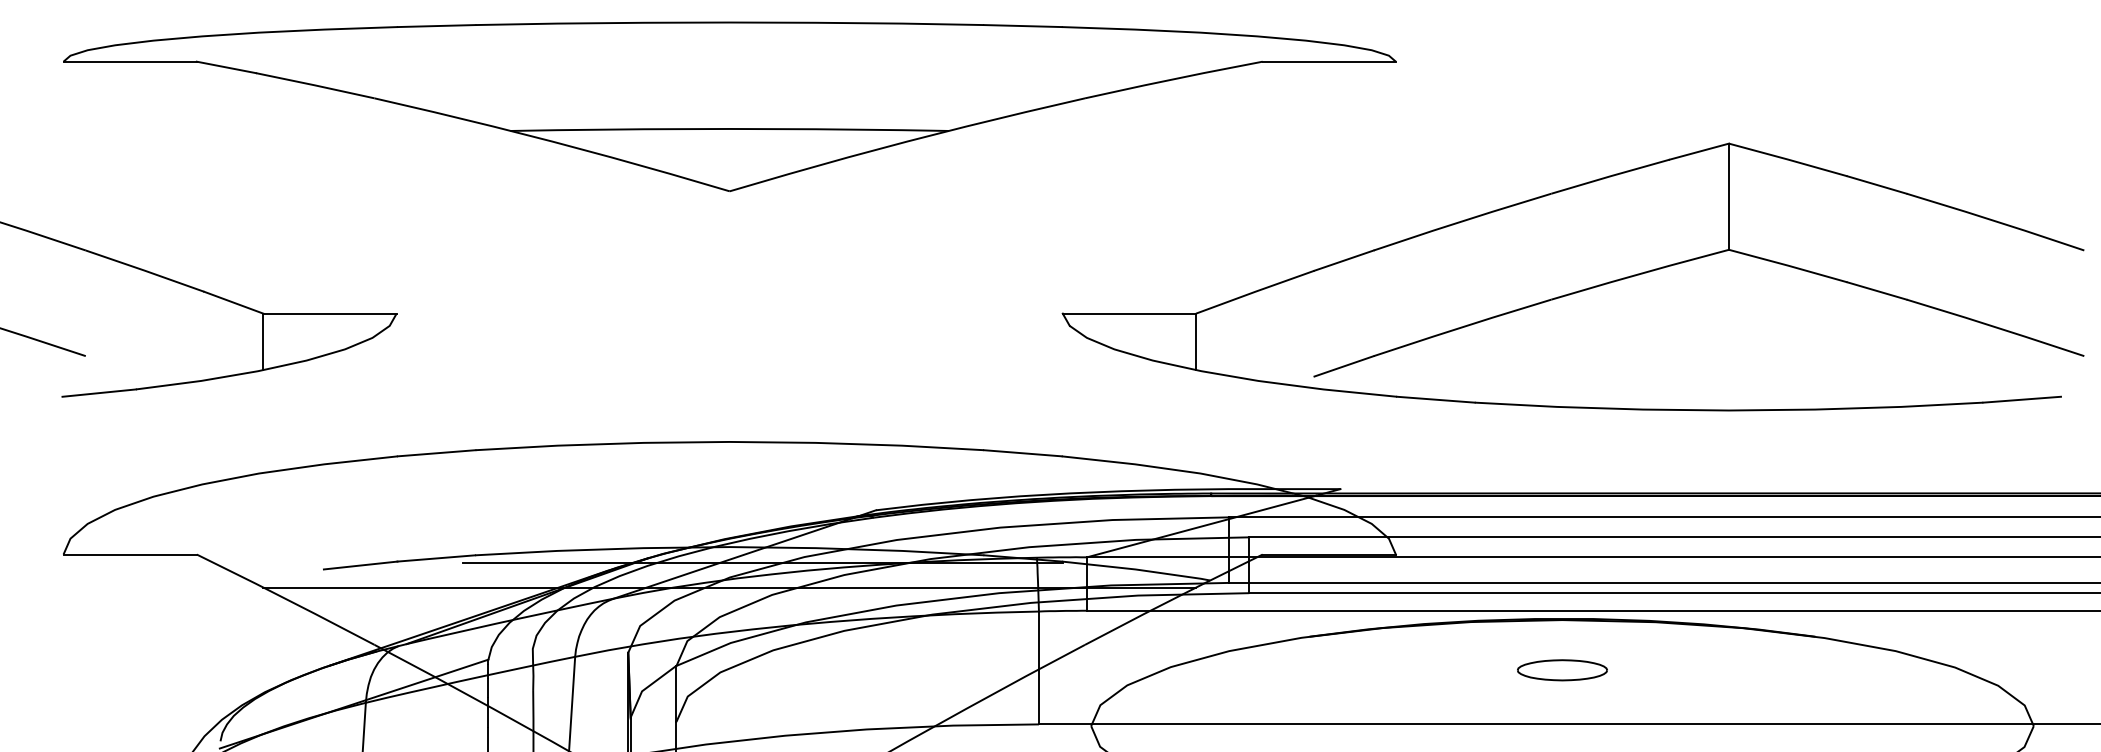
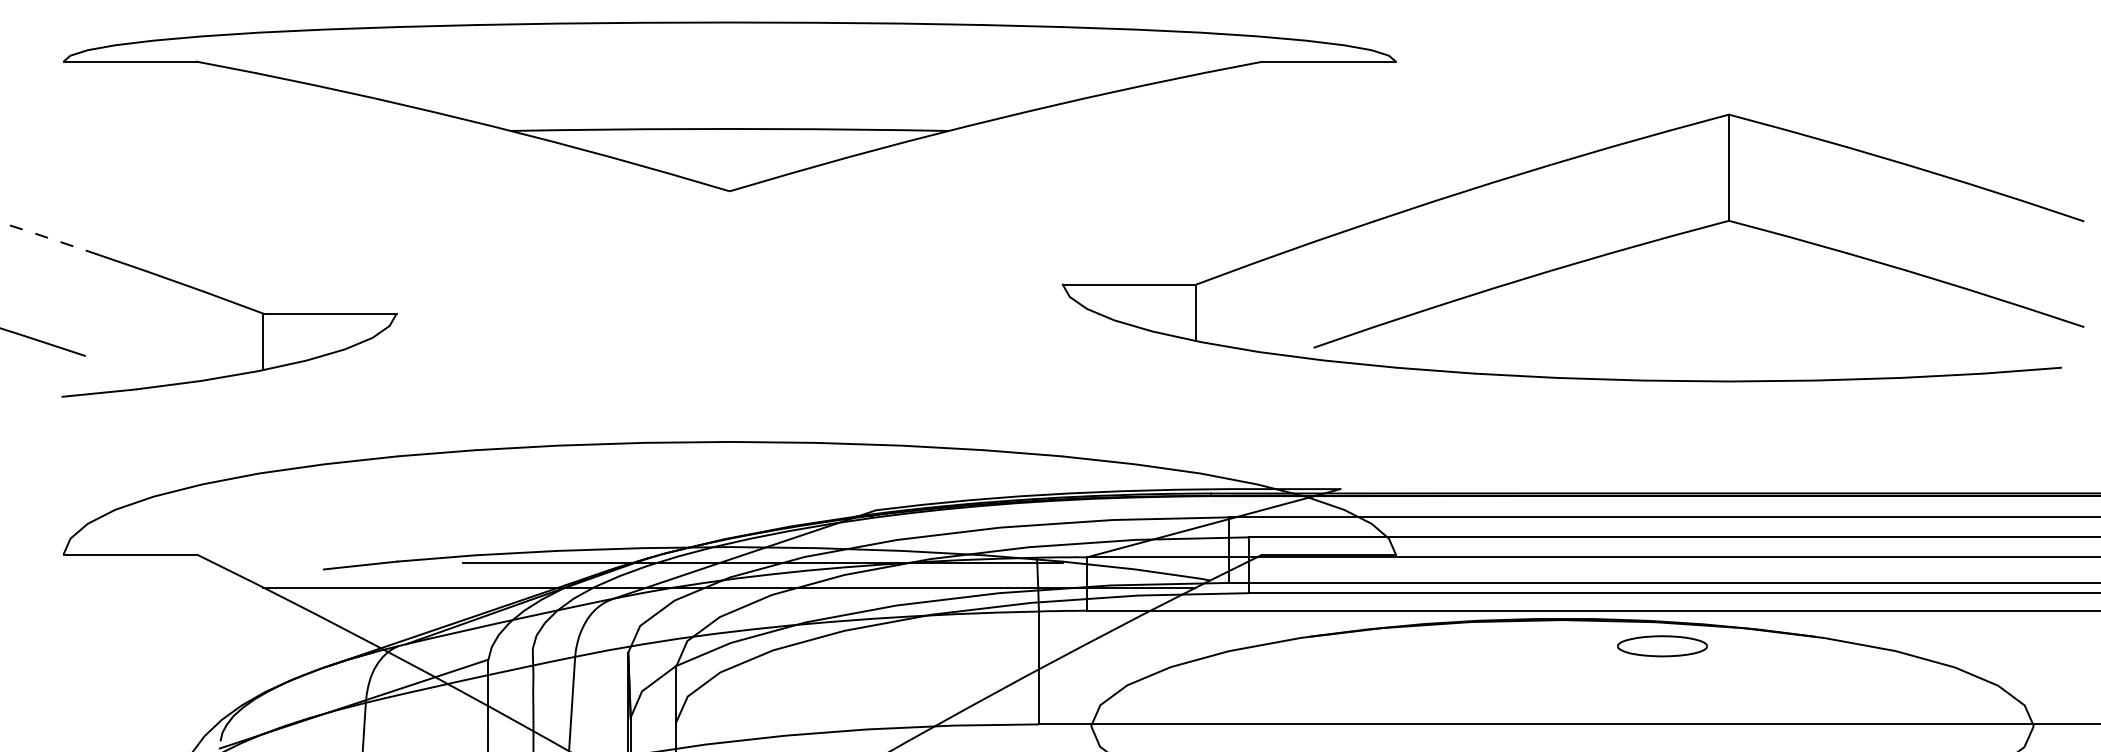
line at (42, 236): solid -> dashed
part at (1578, 290) position: (1578, 290) -> (1578, 261)
part at (1562, 670) position: (1562, 670) -> (1662, 646)
